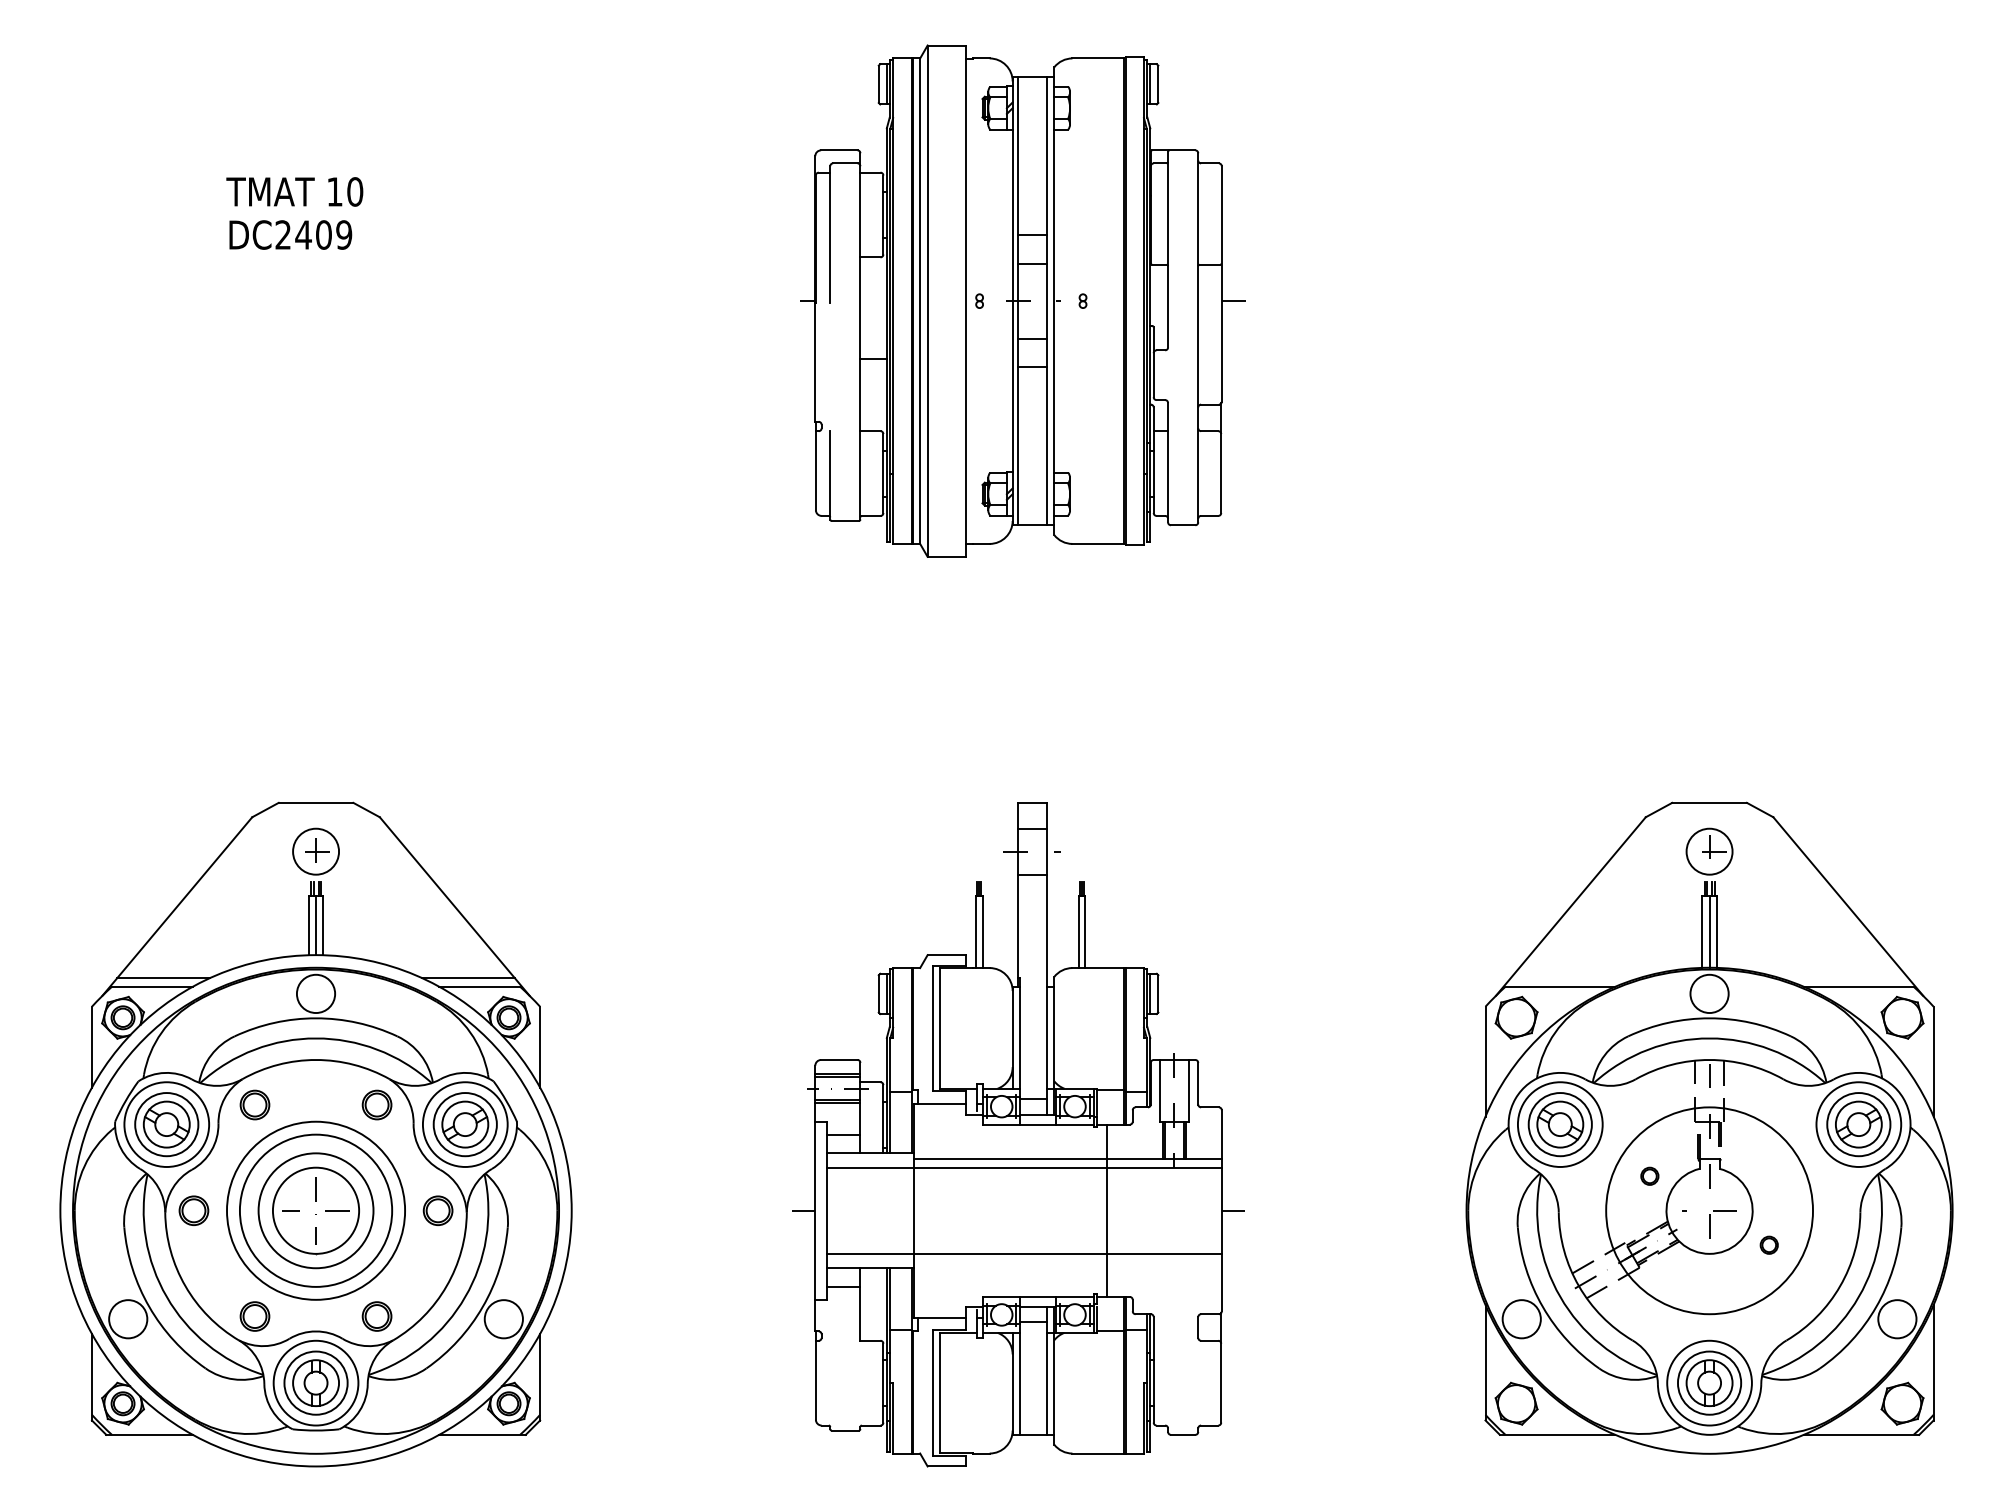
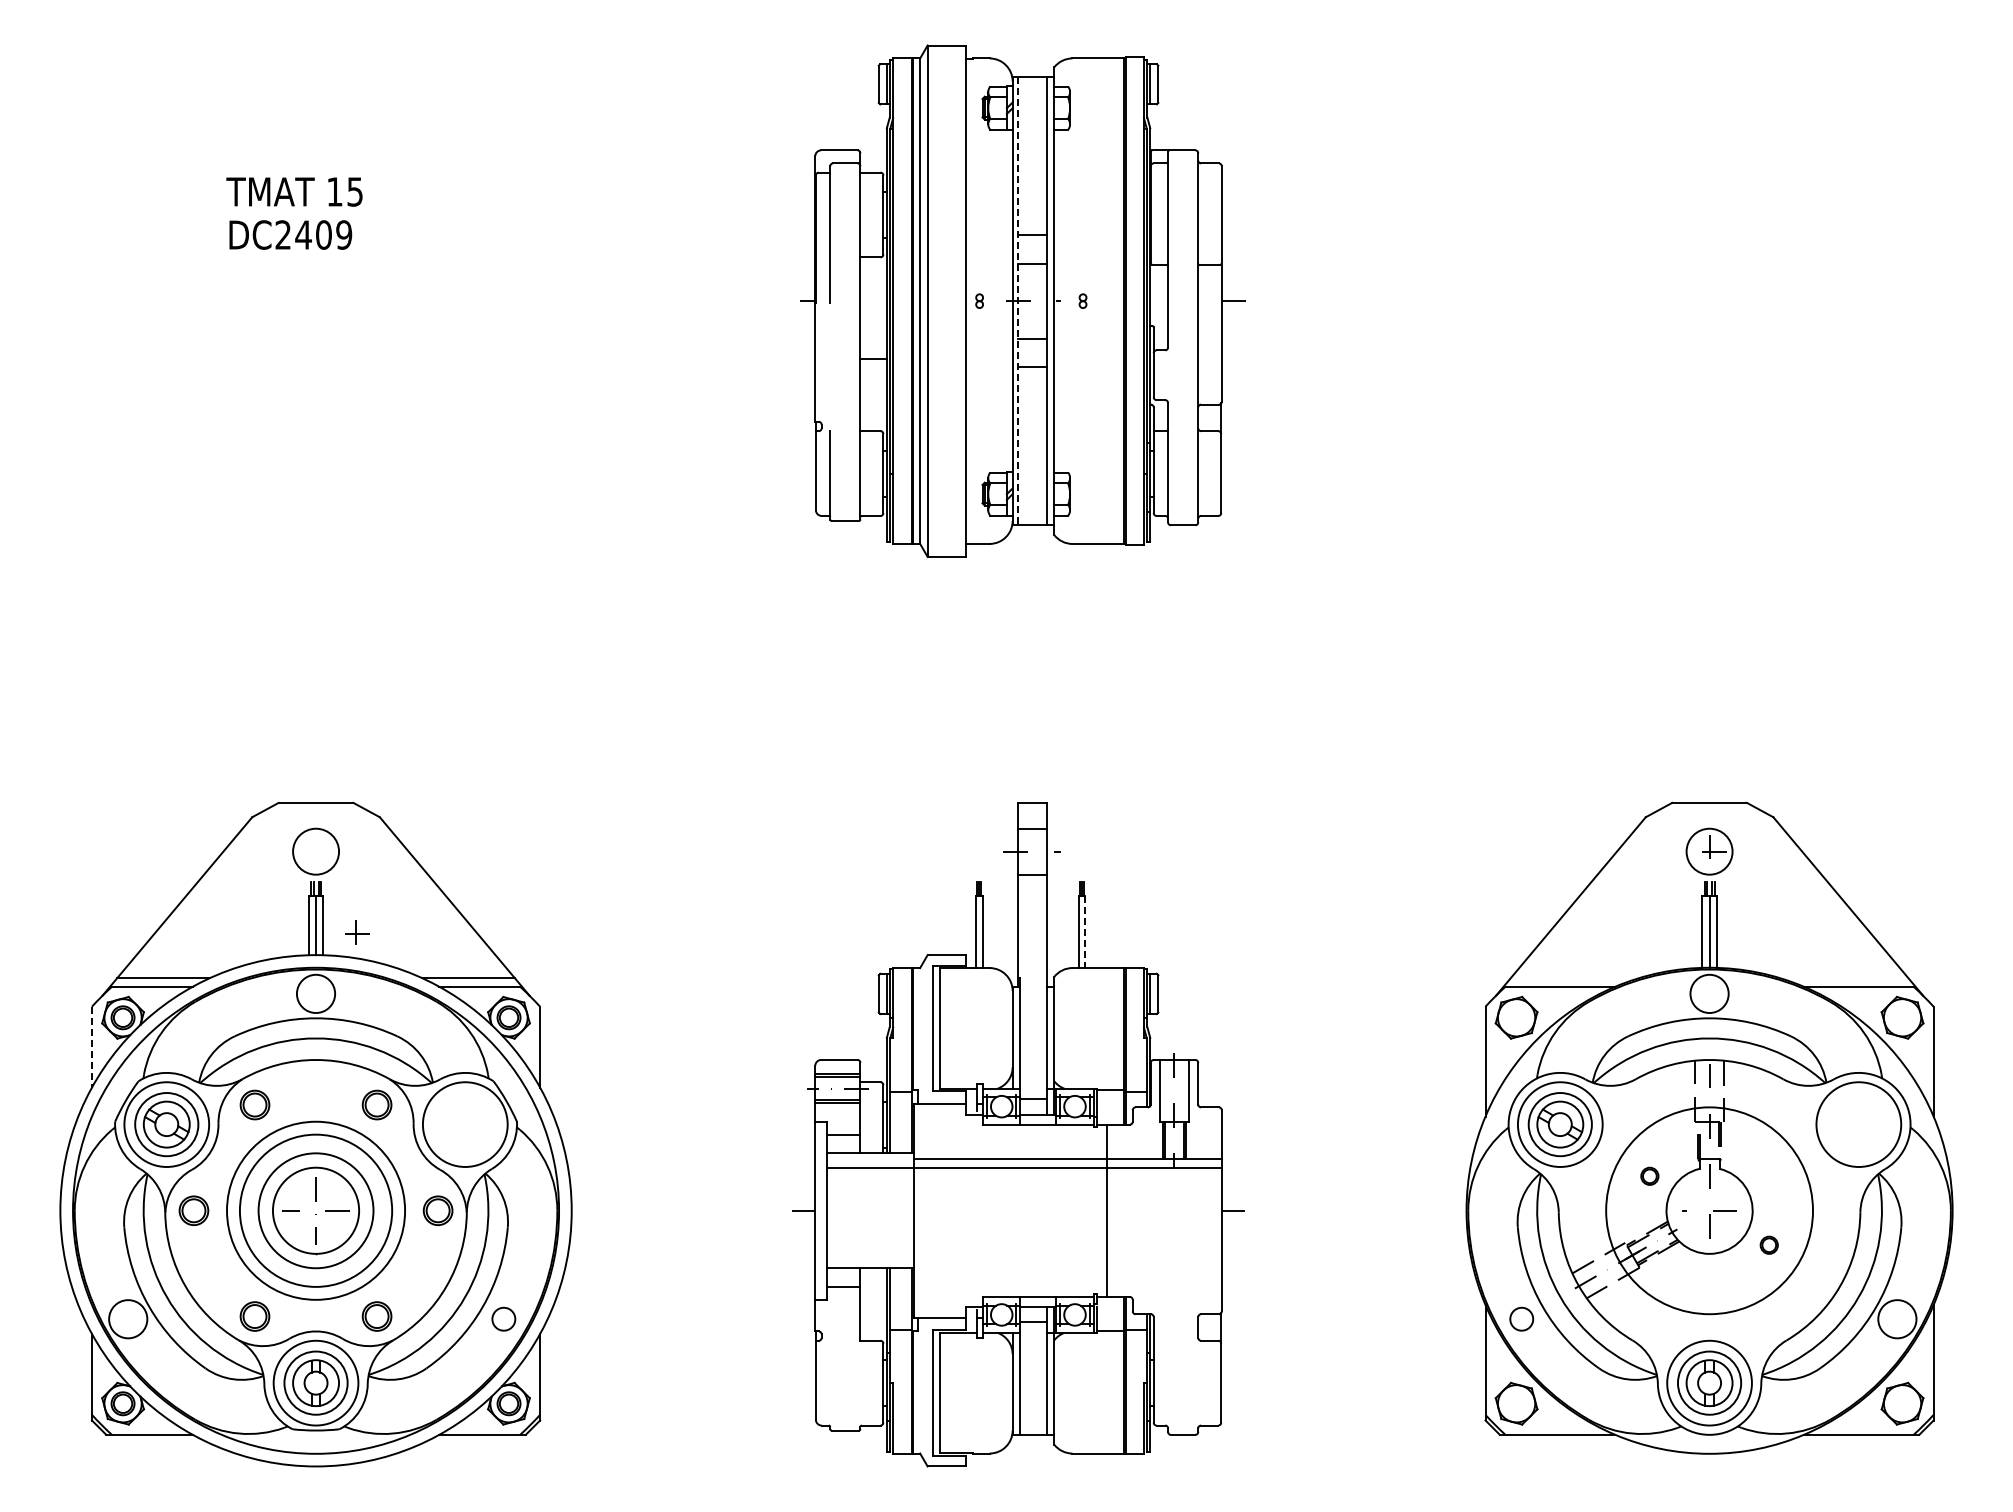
text at (355, 191): 10 -> 15
line at (1017, 301): solid -> dashed
part at (317, 850) position: (317, 850) -> (357, 932)
line at (1085, 932): solid -> dashed
line at (91, 1047): solid -> dashed
part at (464, 1124): present -> none
part at (1858, 1124): present -> none
line at (1023, 1253): present -> none
circle at (503, 1319) diameter: 38 px -> 23 px
circle at (1521, 1319) diameter: 38 px -> 23 px
